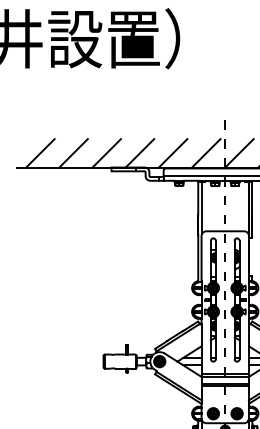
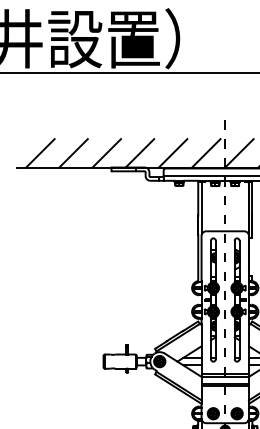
line at (129, 72): none -> present
